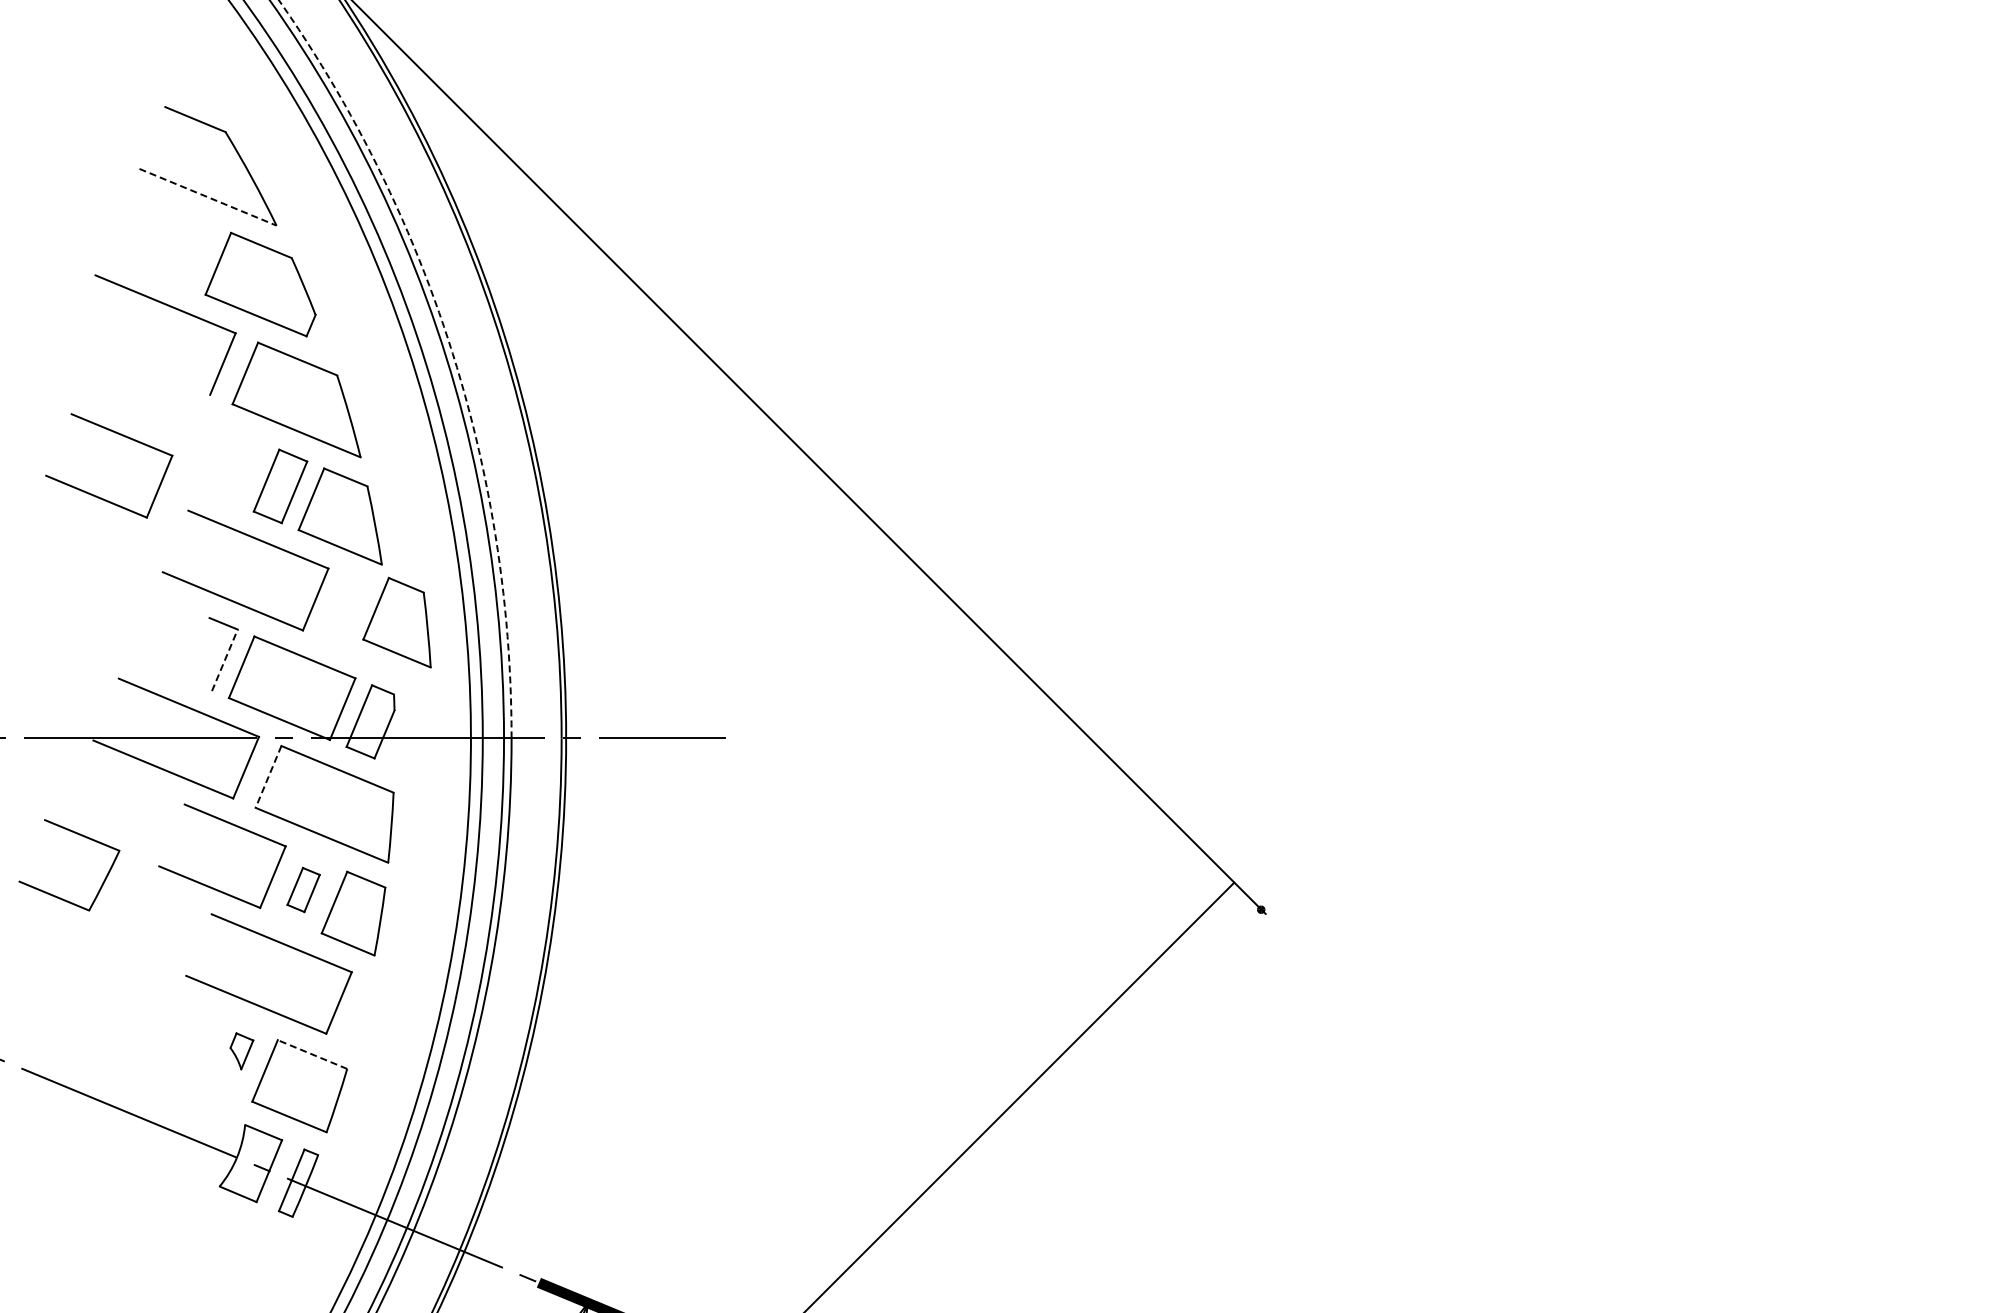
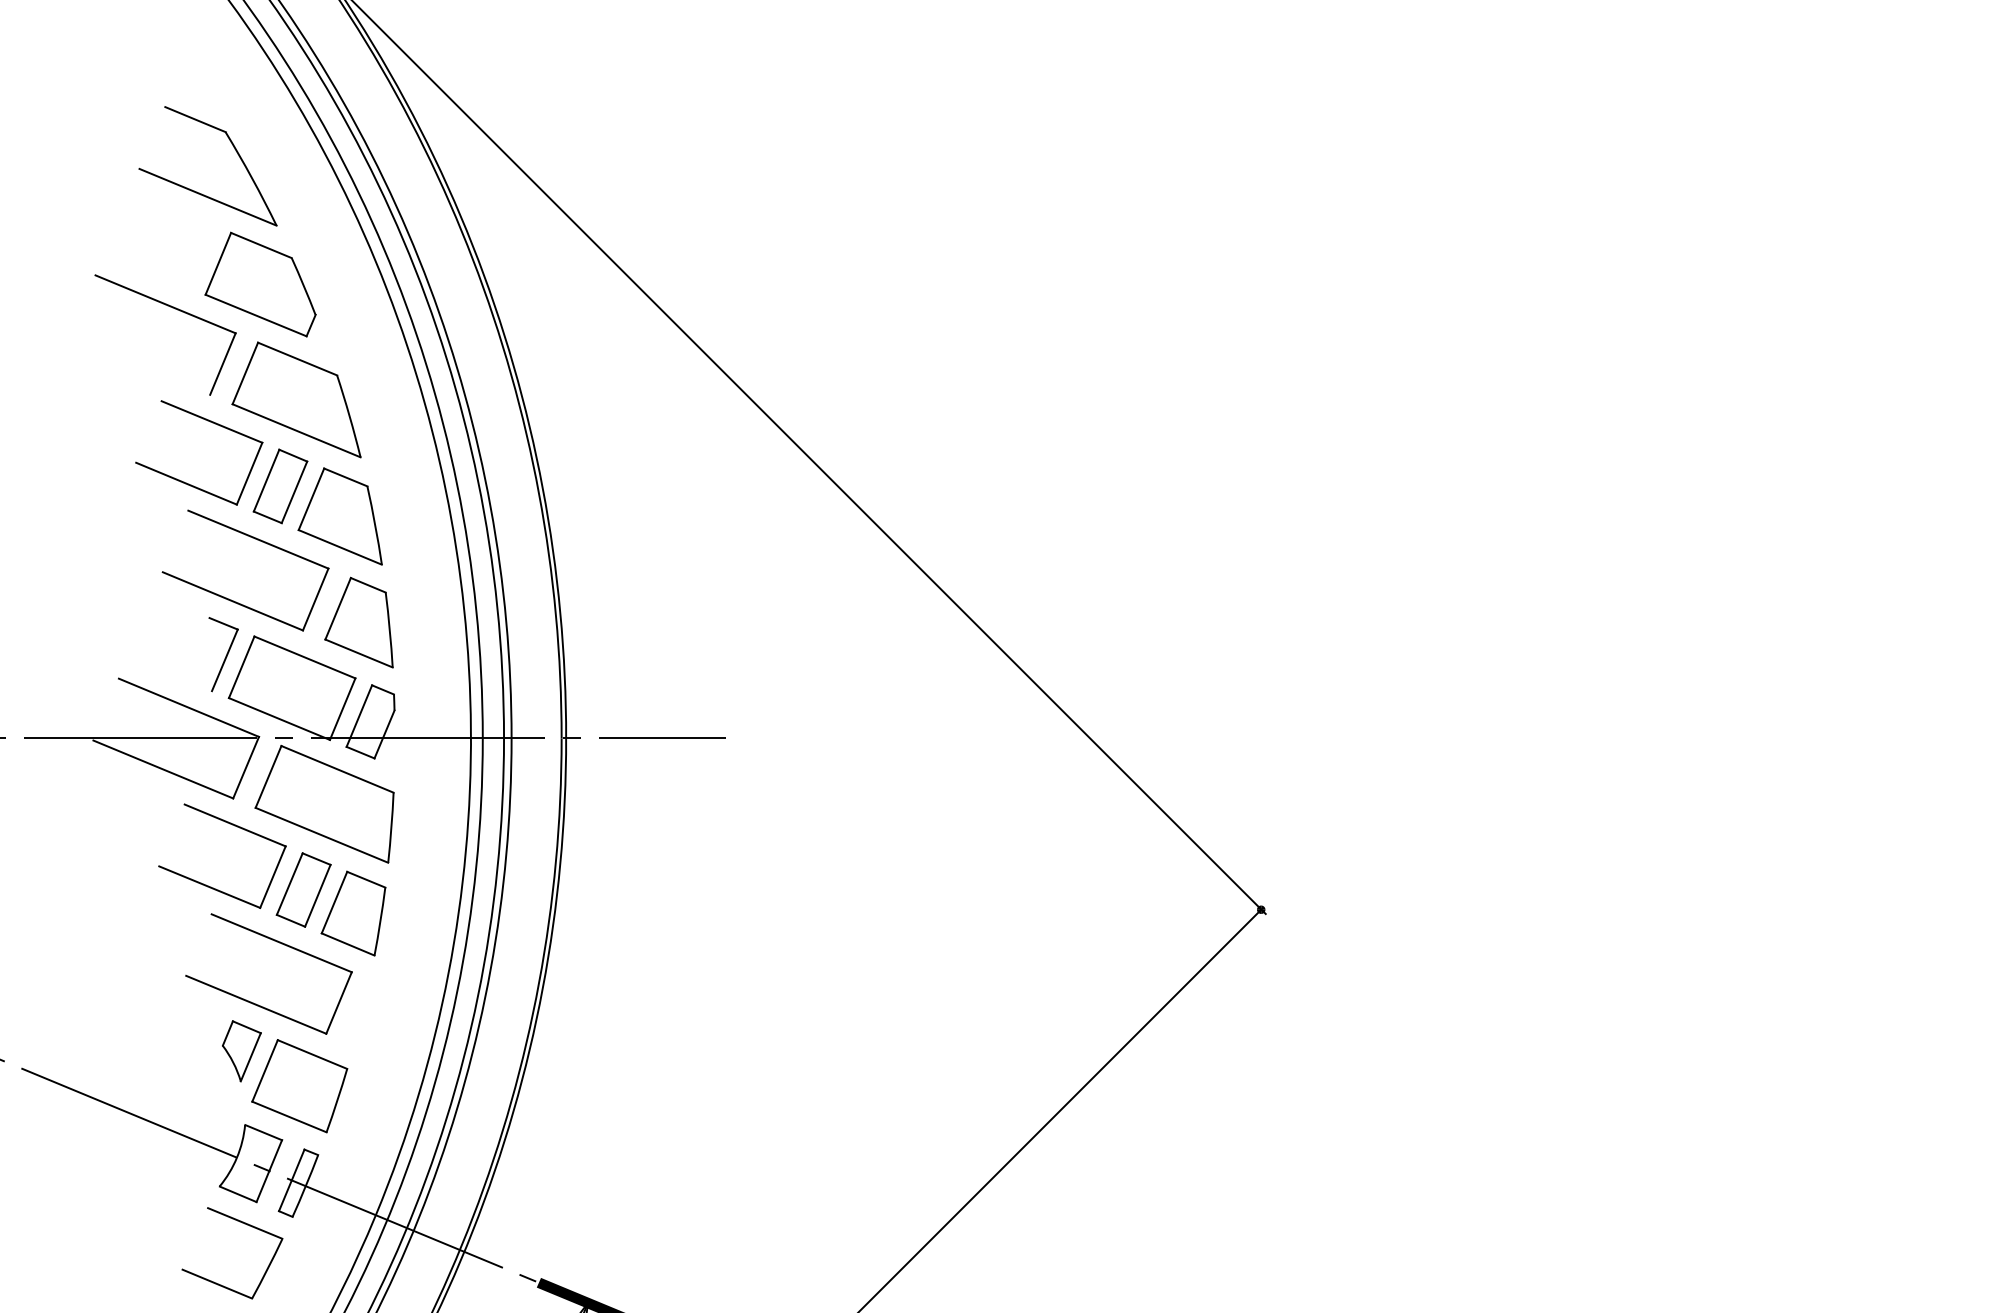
line at (208, 197): dashed -> solid
arc at (451, 351): dashed -> solid
part at (122, 436) position: (122, 436) -> (212, 423)
part at (396, 622) position: (396, 622) -> (358, 622)
line at (225, 659): dashed -> solid
line at (268, 776): dashed -> solid
part at (81, 836) position: (81, 836) -> (244, 1224)
part at (303, 889) size: 35x48 px -> 57x76 px
part at (241, 1051) size: 26x39 px -> 40x63 px
line at (312, 1054): dashed -> solid
line at (1020, 1095) position: (1020, 1095) -> (1060, 1109)
